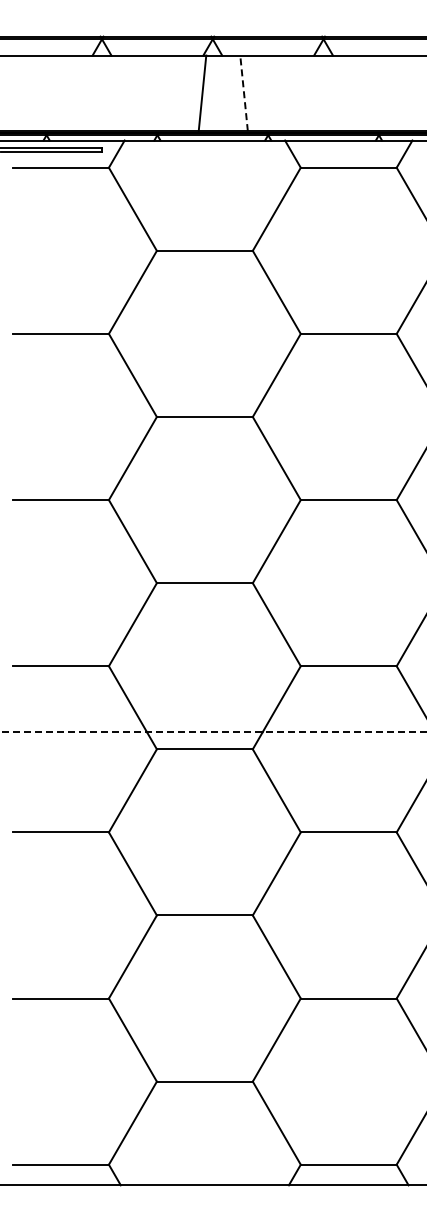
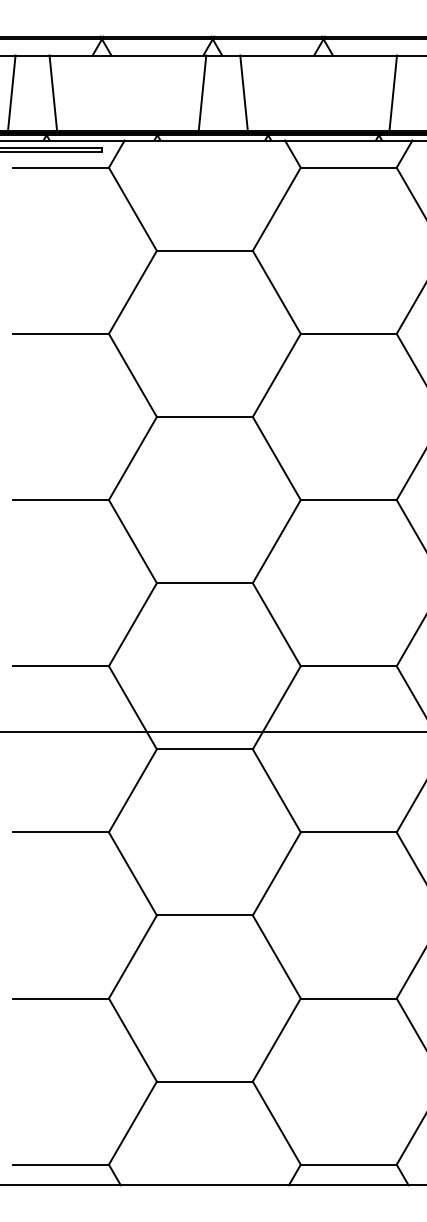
line at (11, 93): none -> present
line at (53, 93): none -> present
line at (244, 93): dashed -> solid
line at (393, 93): none -> present
line at (213, 732): dashed -> solid
